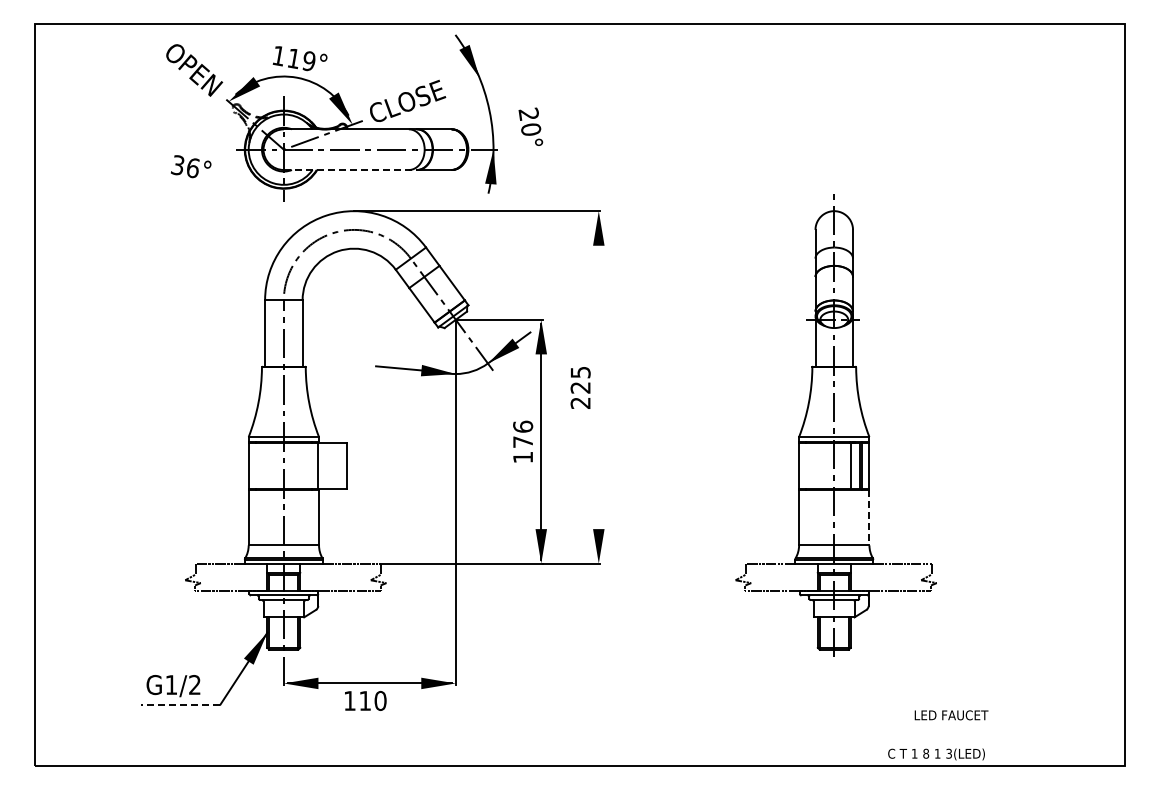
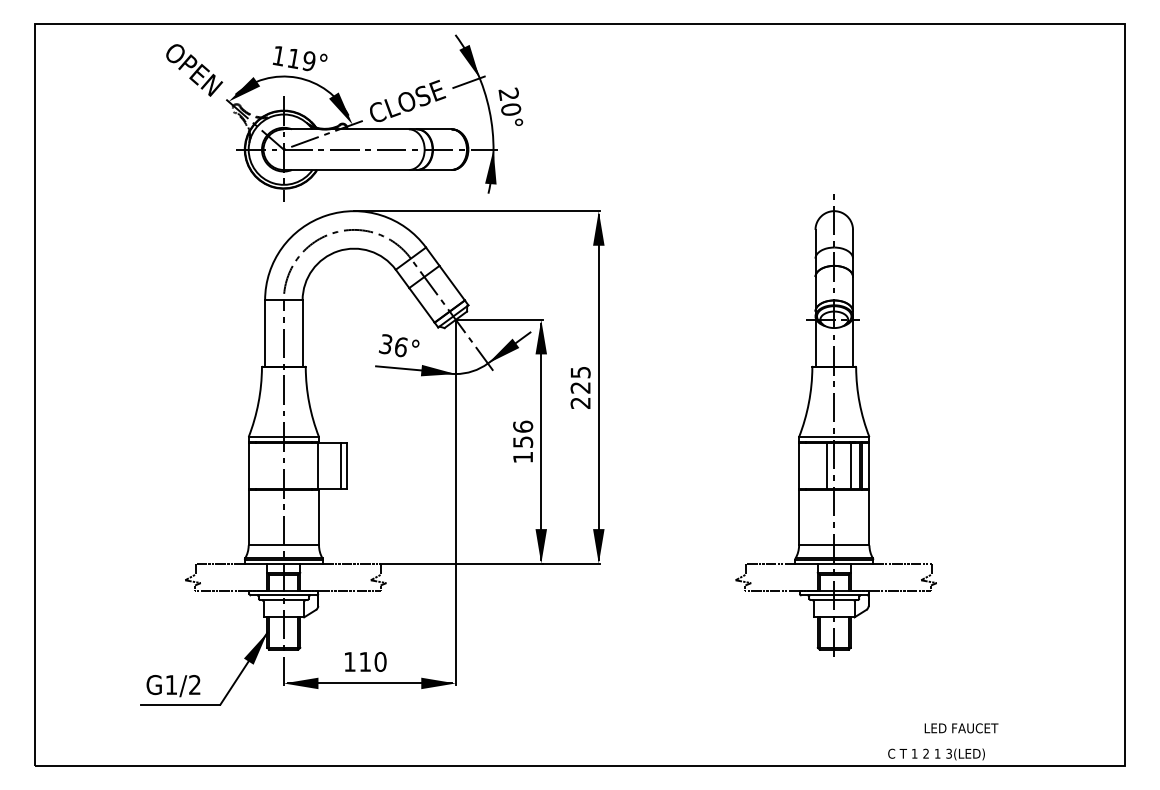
line at (468, 81): none -> present
text at (530, 126) position: (530, 126) -> (510, 106)
text at (191, 166) position: (191, 166) -> (399, 345)
line at (350, 170): dashed -> solid
line at (598, 387): none -> present
text at (523, 441): 176 -> 156
line at (341, 465): none -> present
line at (827, 465): none -> present
line at (869, 517): dashed -> solid
text at (365, 700) position: (365, 700) -> (365, 661)
line at (180, 704): dashed -> solid
text at (951, 715) position: (951, 715) -> (961, 728)
text at (926, 753): 8 -> 2
